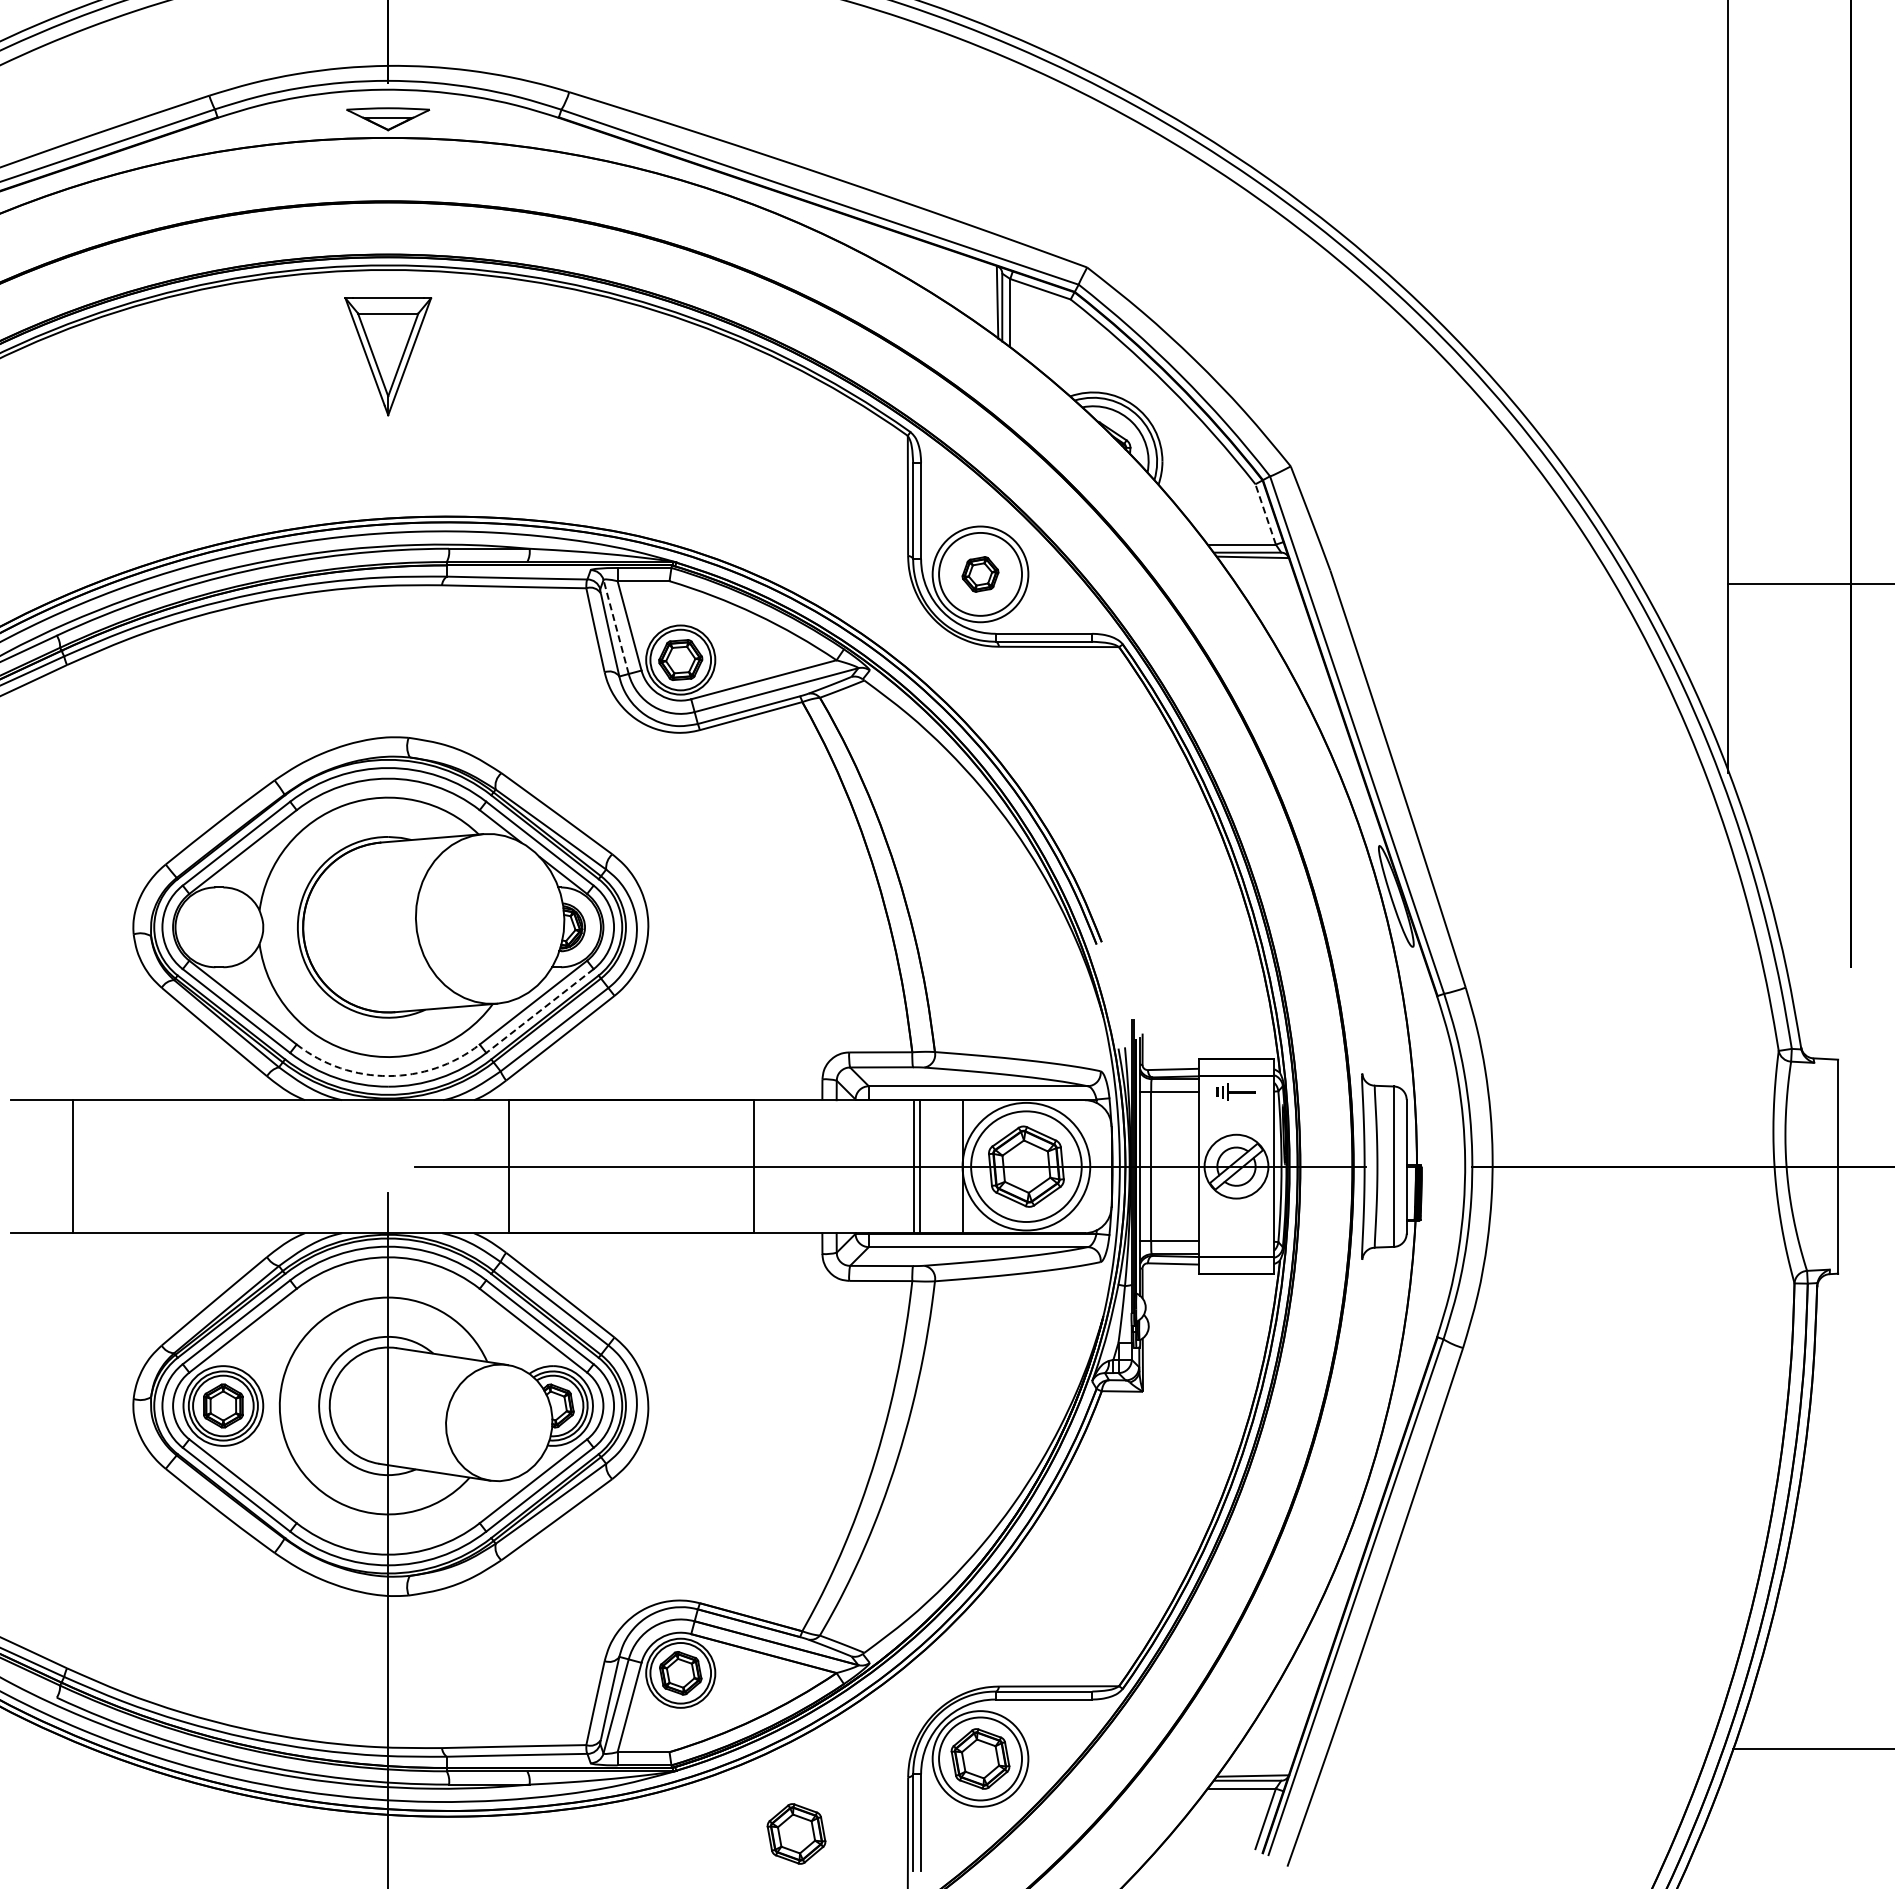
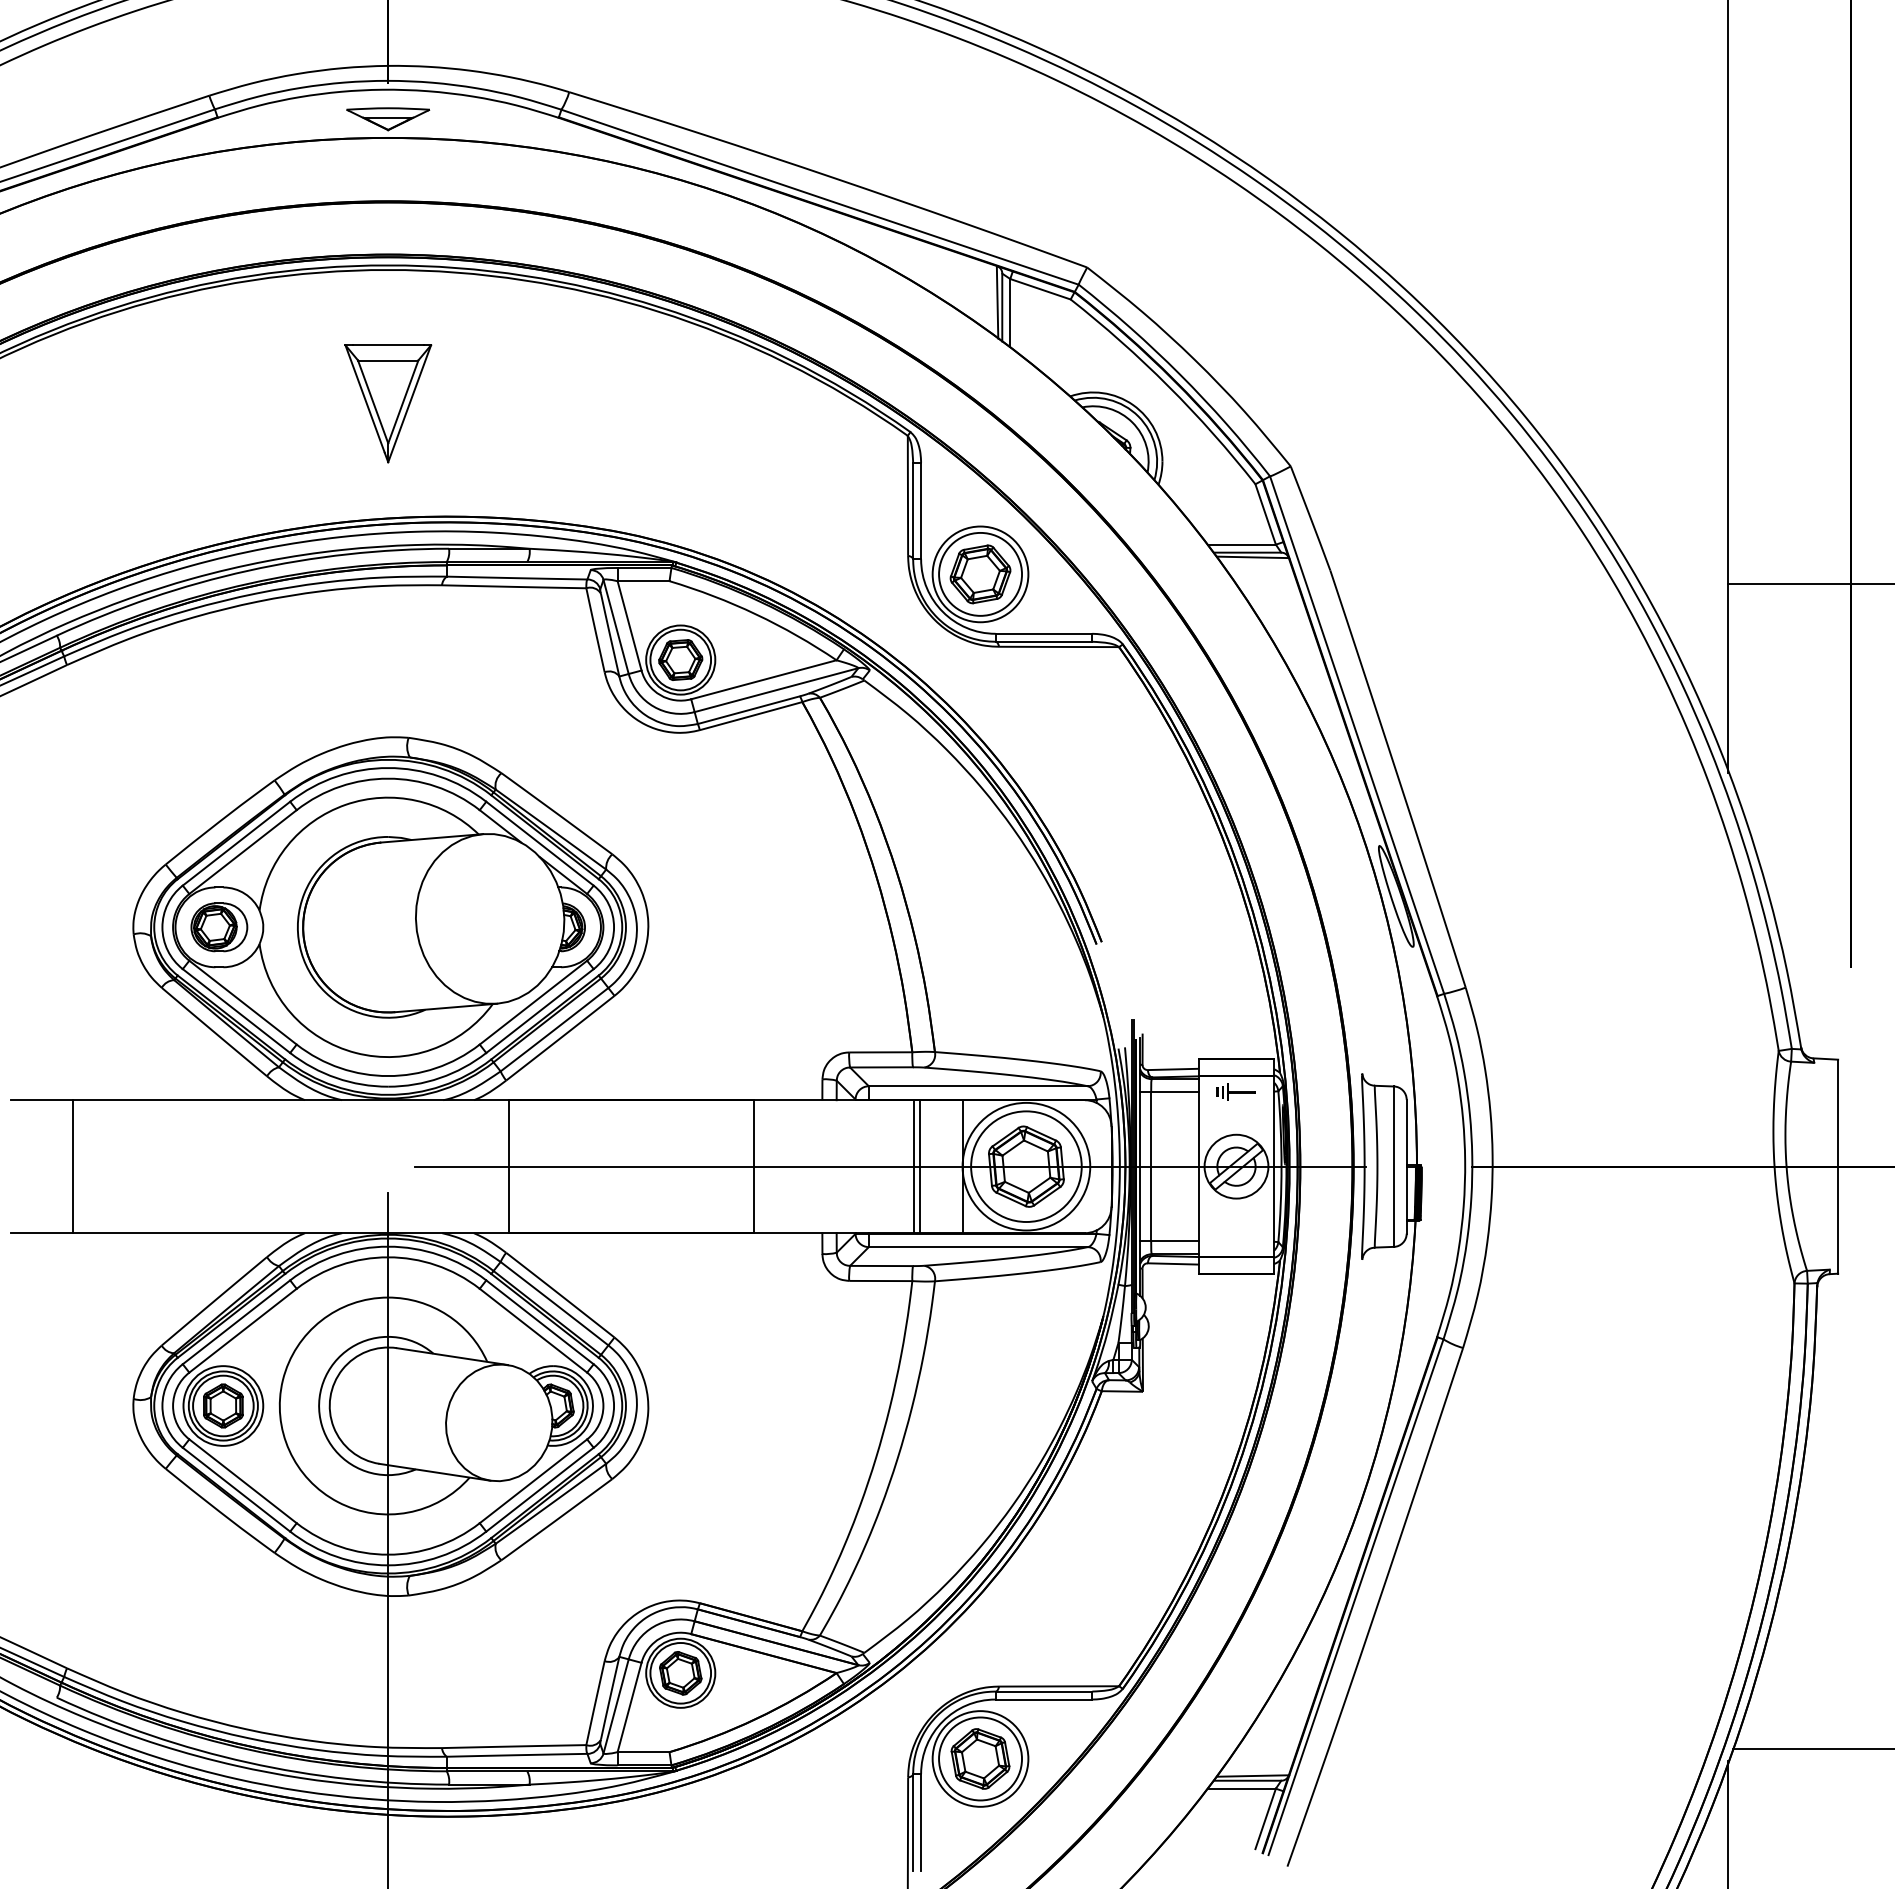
part at (388, 356) position: (388, 356) -> (388, 403)
line at (1265, 514): dashed -> solid
part at (980, 574) size: 39x37 px -> 63x61 px
line at (616, 627): dashed -> solid
part at (219, 927): none -> present
line at (539, 1011): dashed -> solid
arc at (388, 1076): dashed -> solid
line at (1728, 1823): none -> present
part at (796, 1833): present -> none
